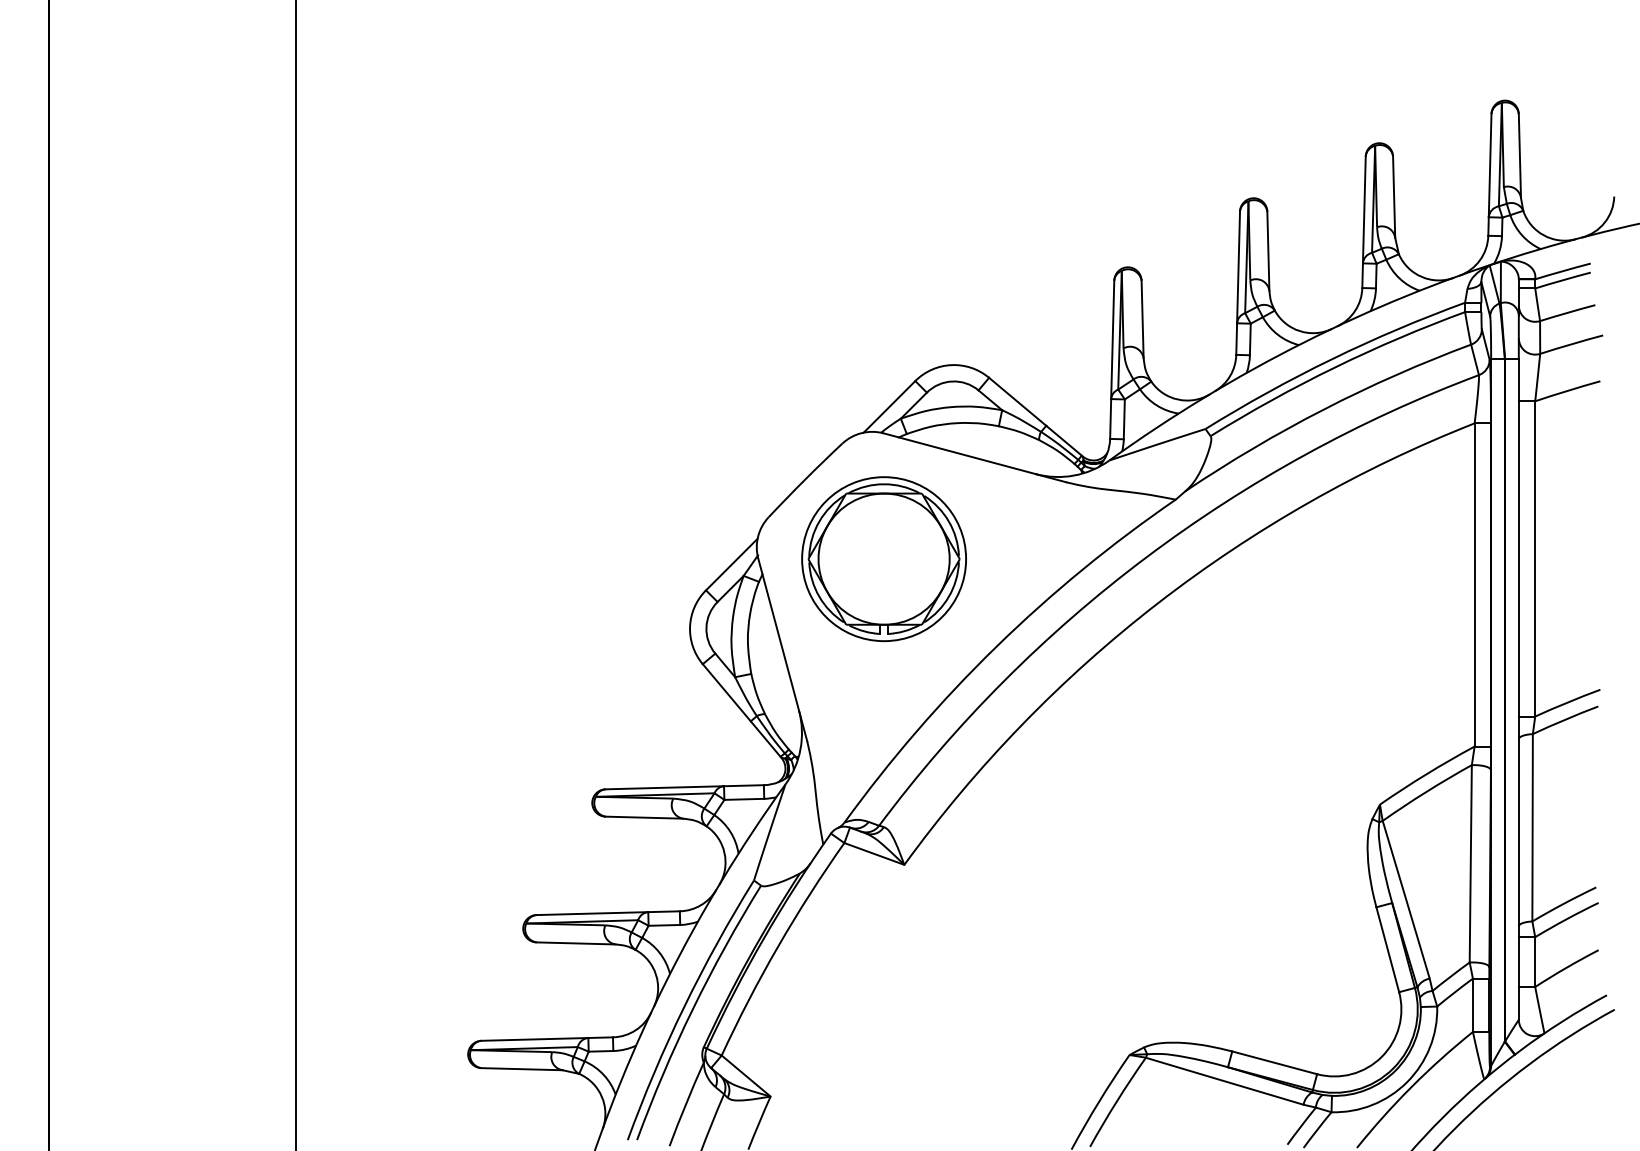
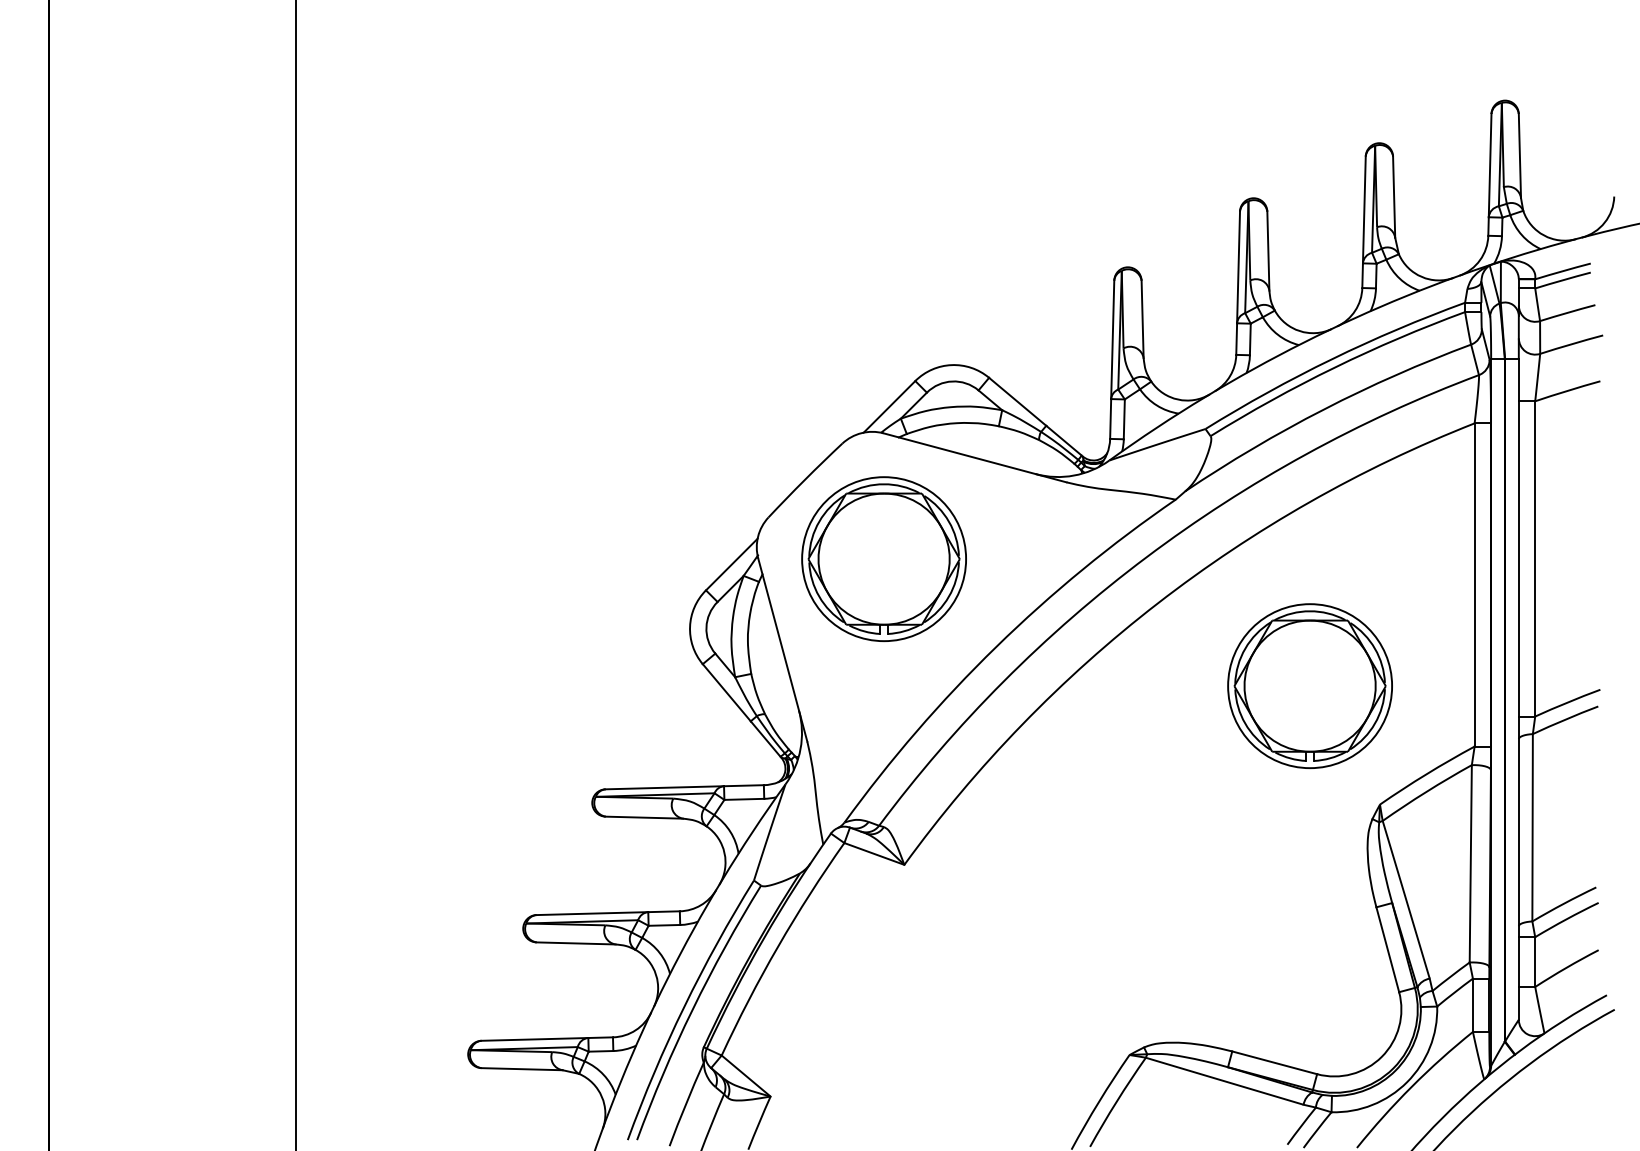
part at (1309, 686): none -> present
